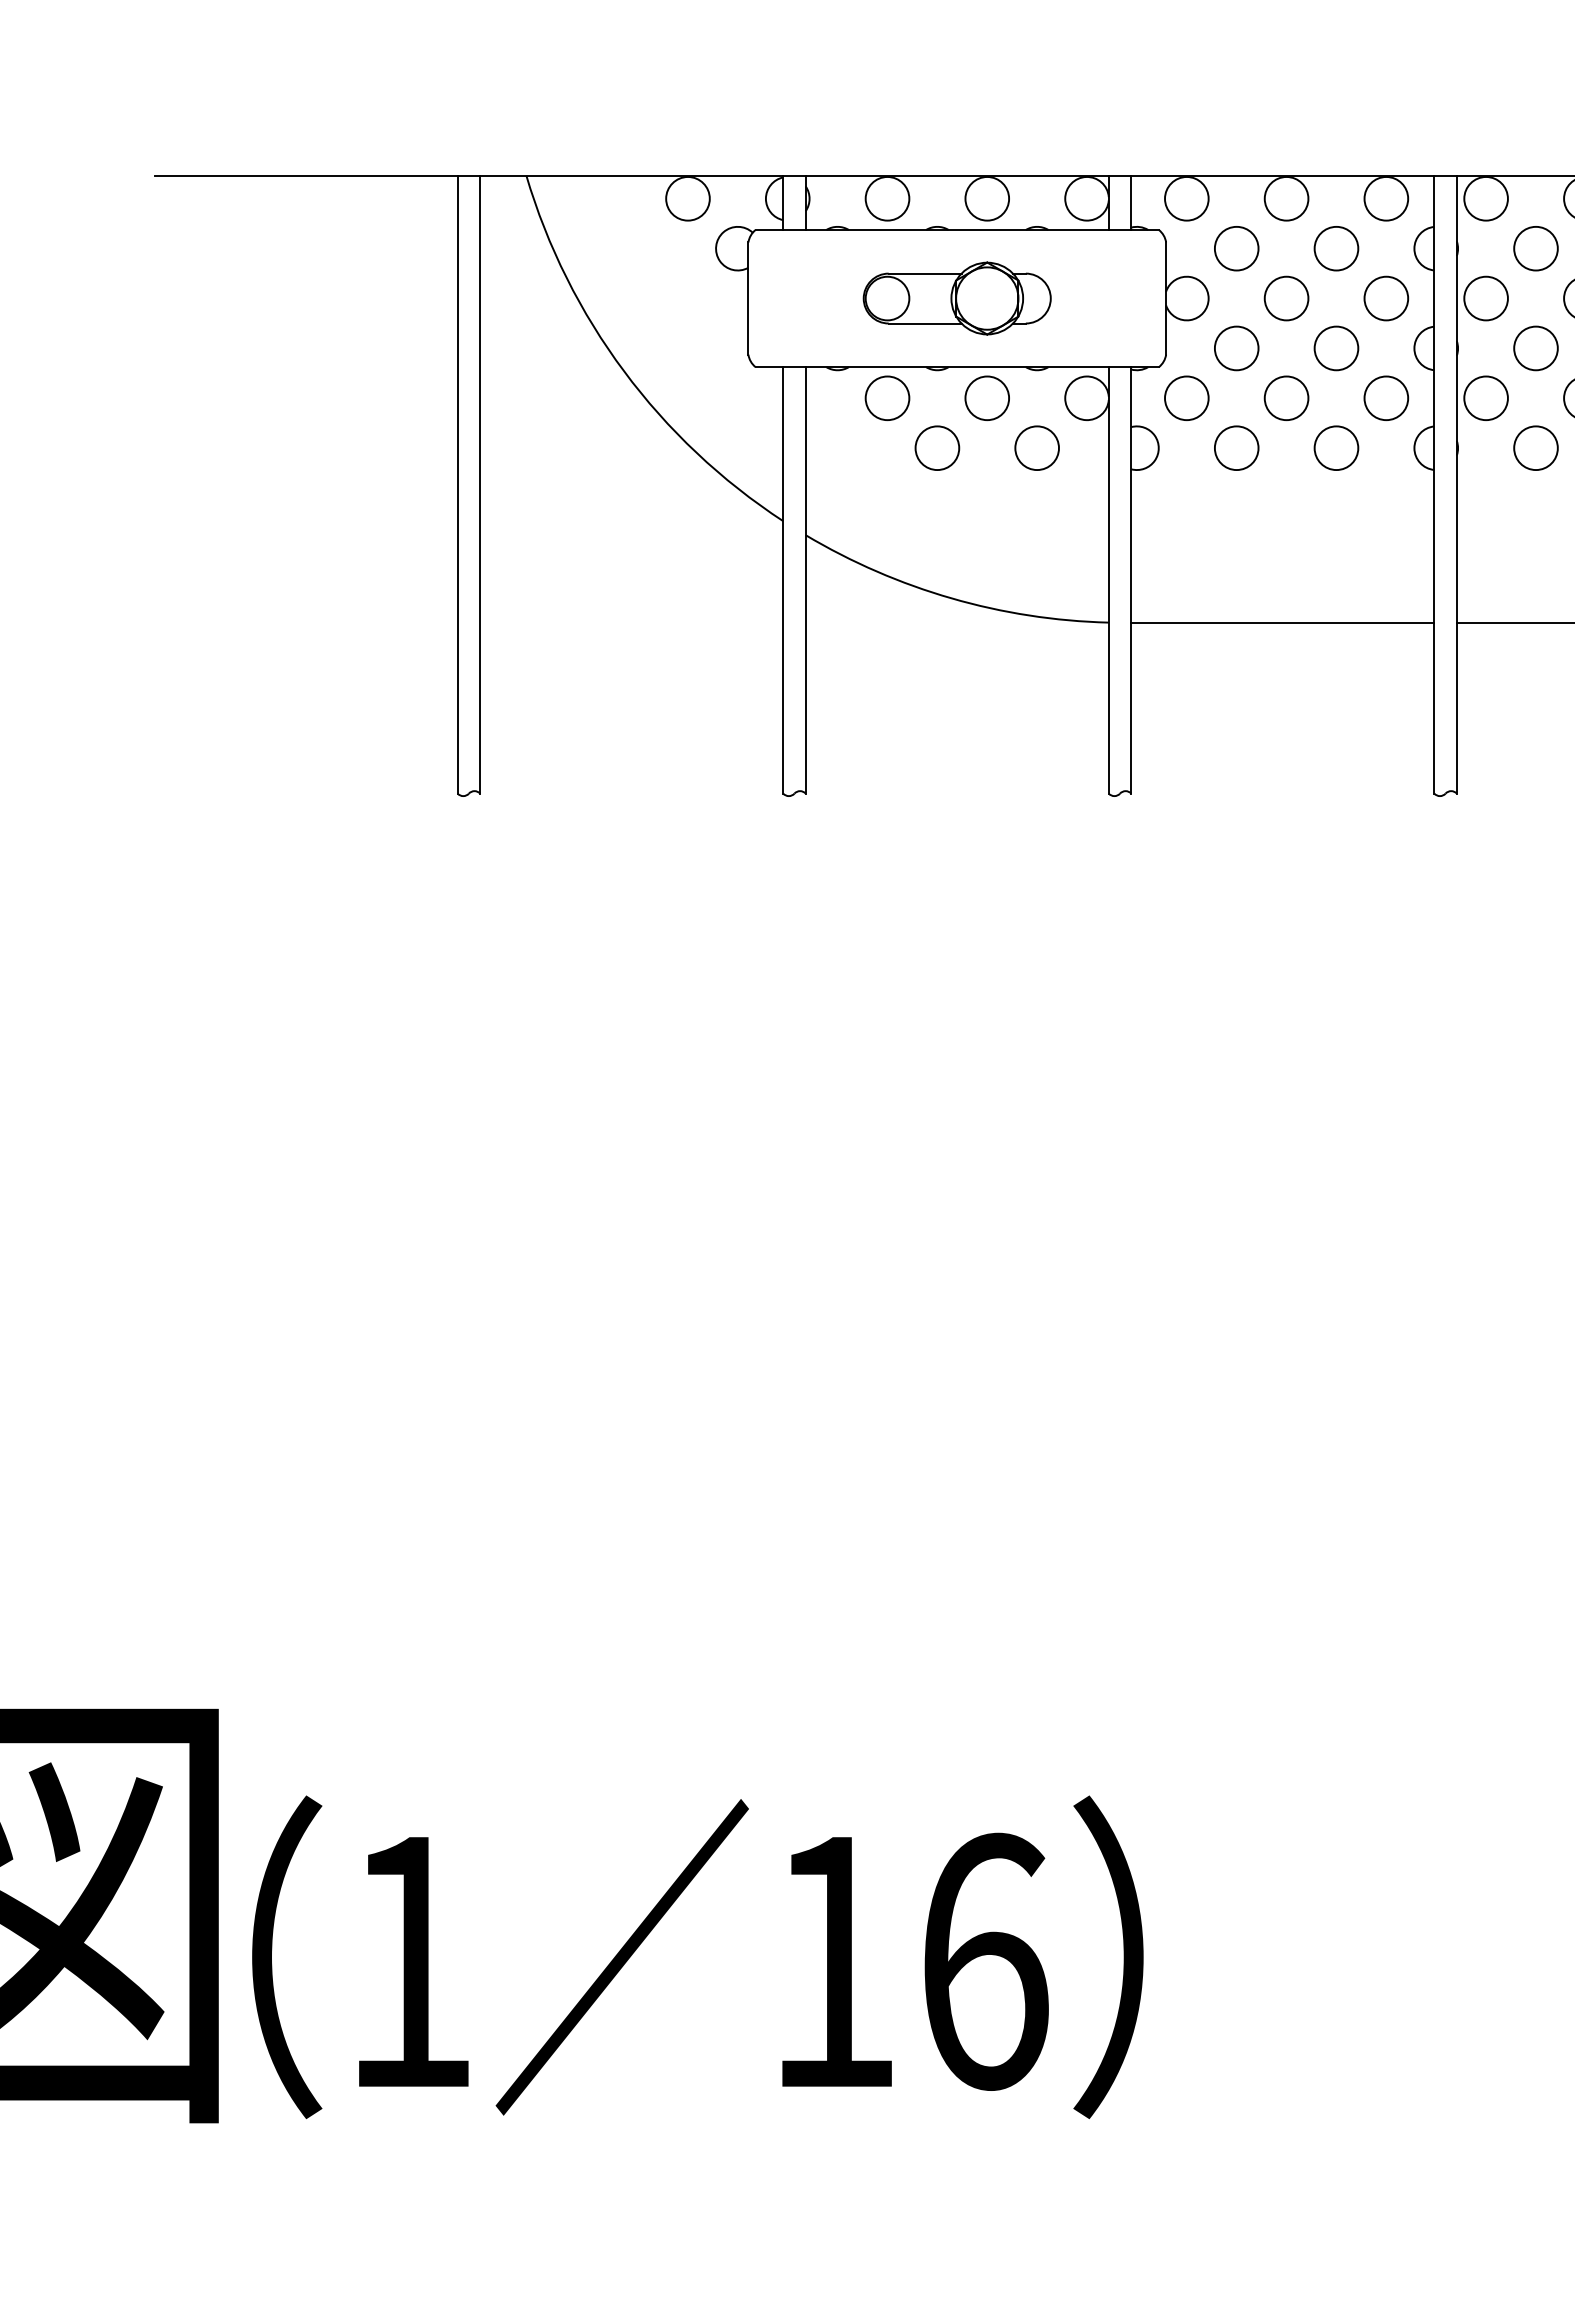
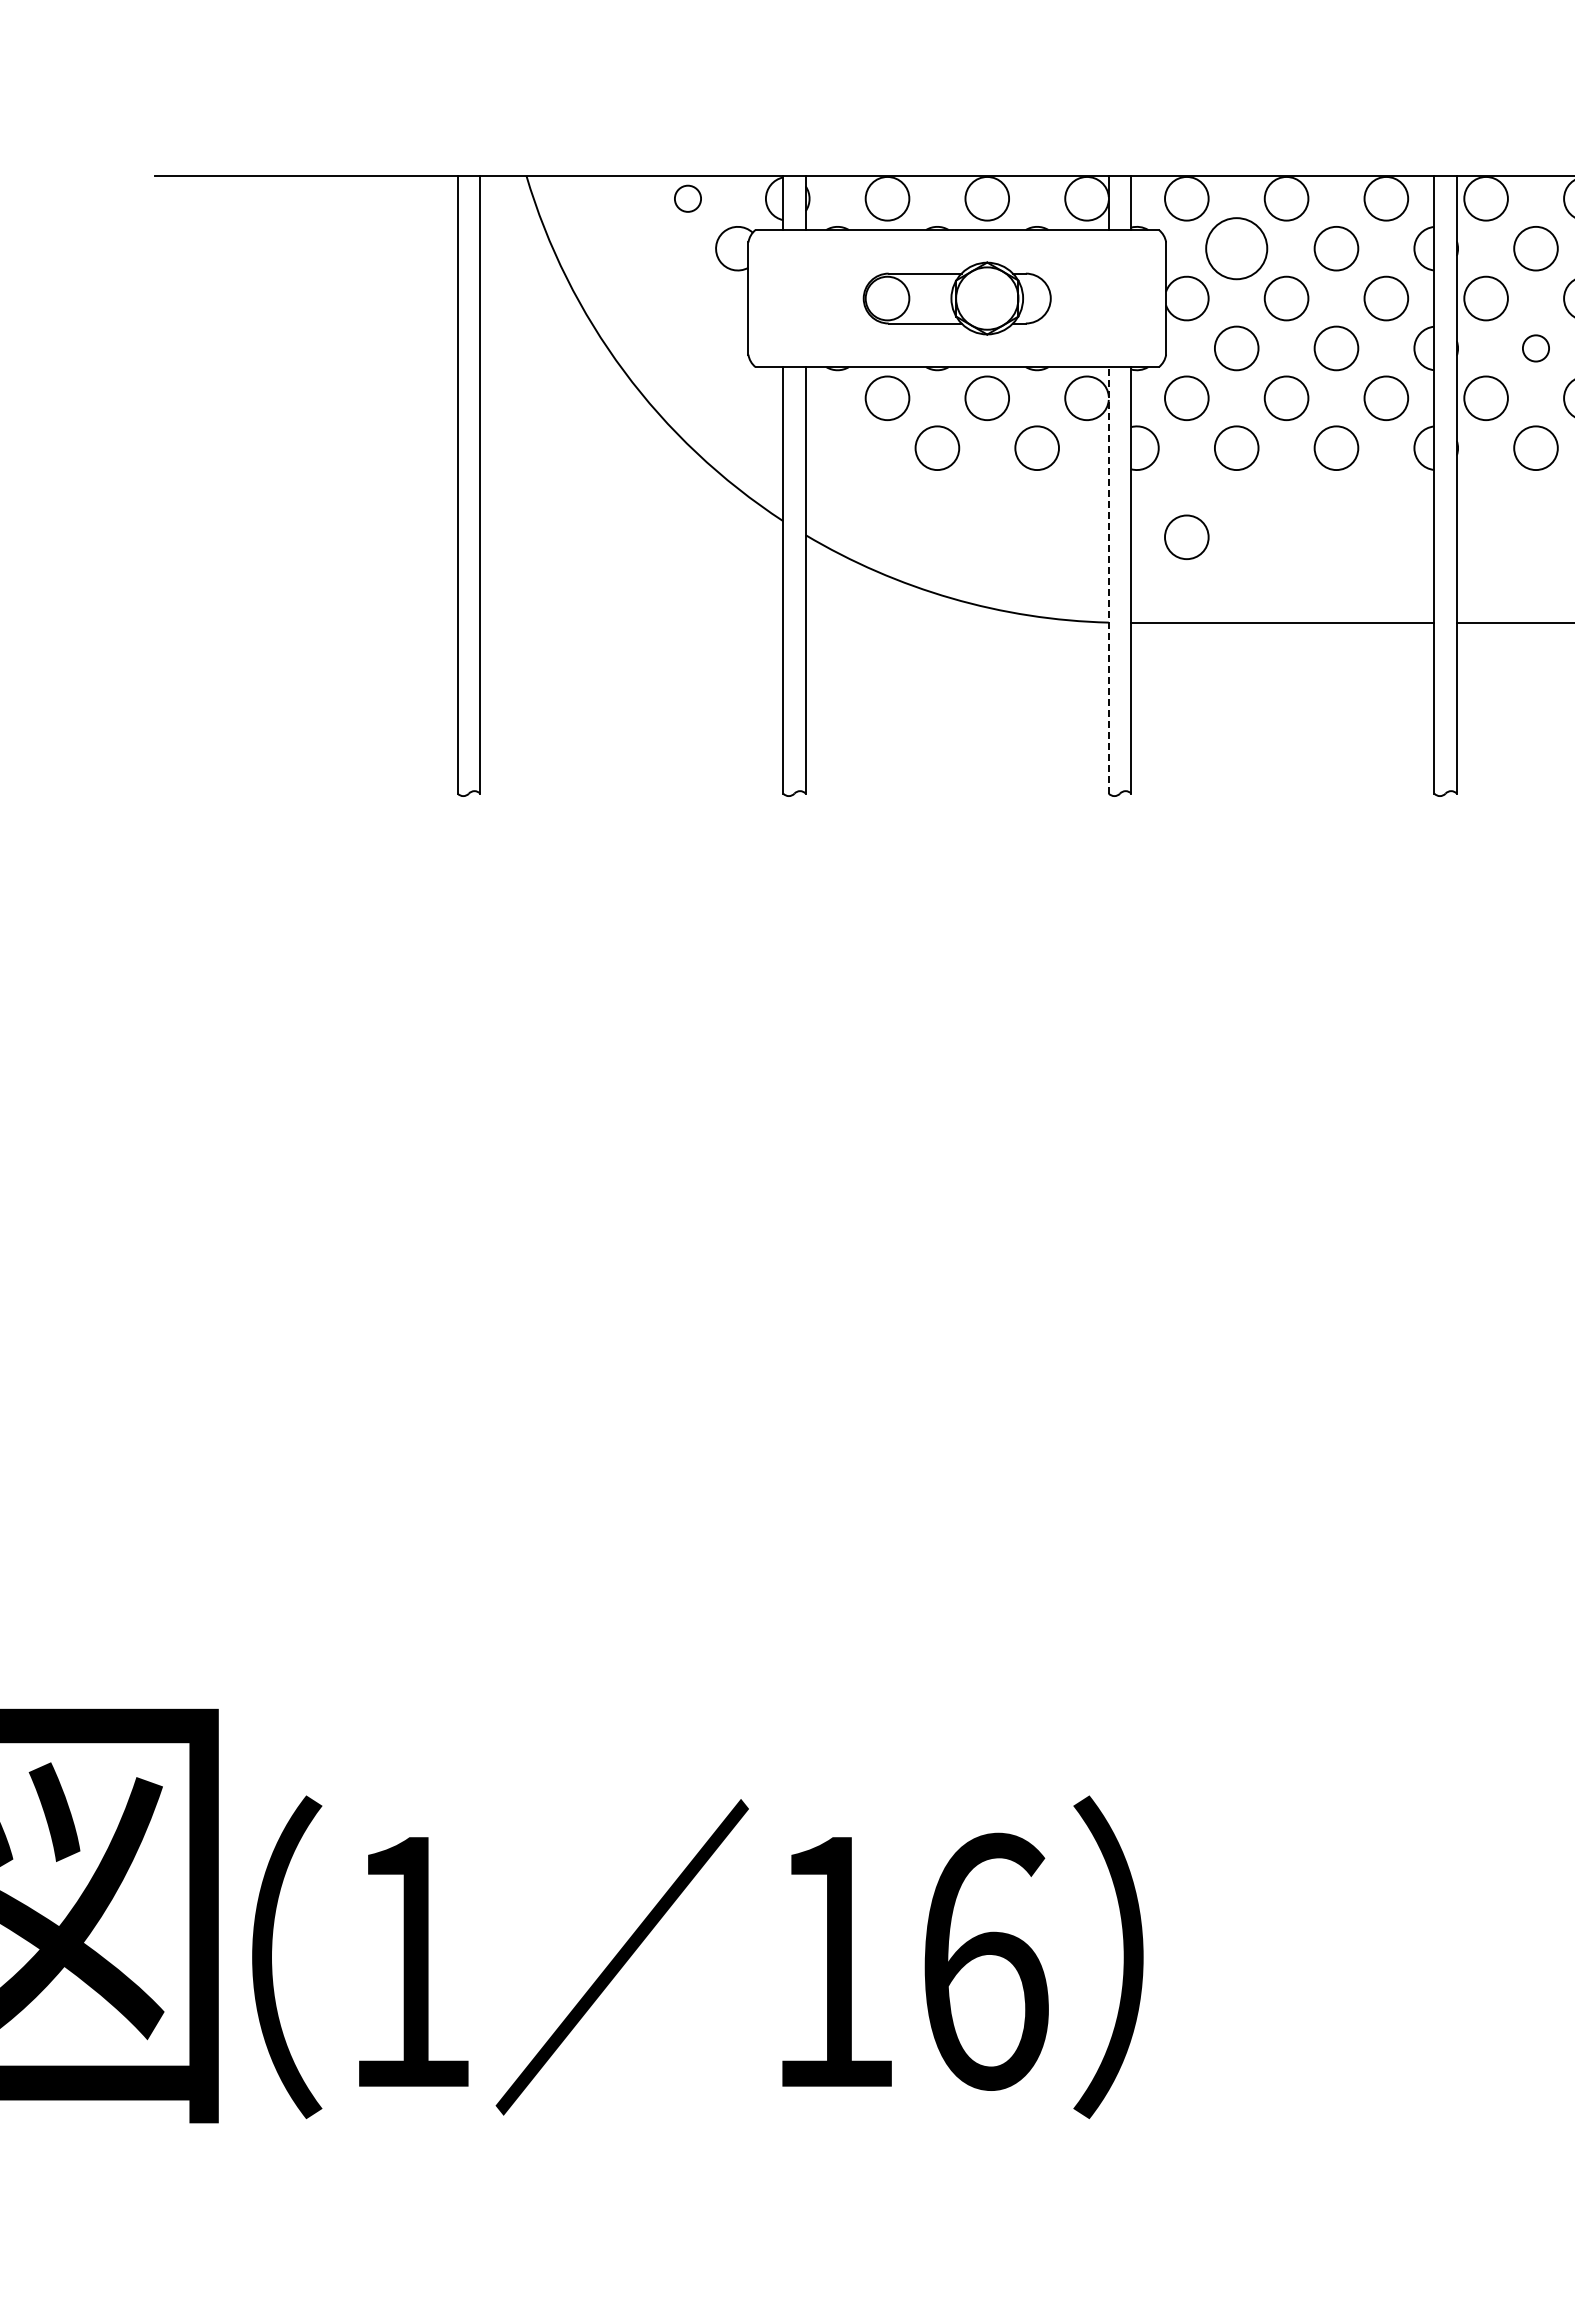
circle at (687, 198) diameter: 44 px -> 26 px
circle at (1236, 248) diameter: 44 px -> 61 px
circle at (1535, 348) diameter: 44 px -> 26 px
circle at (1186, 536): none -> present
line at (1108, 579): solid -> dashed
